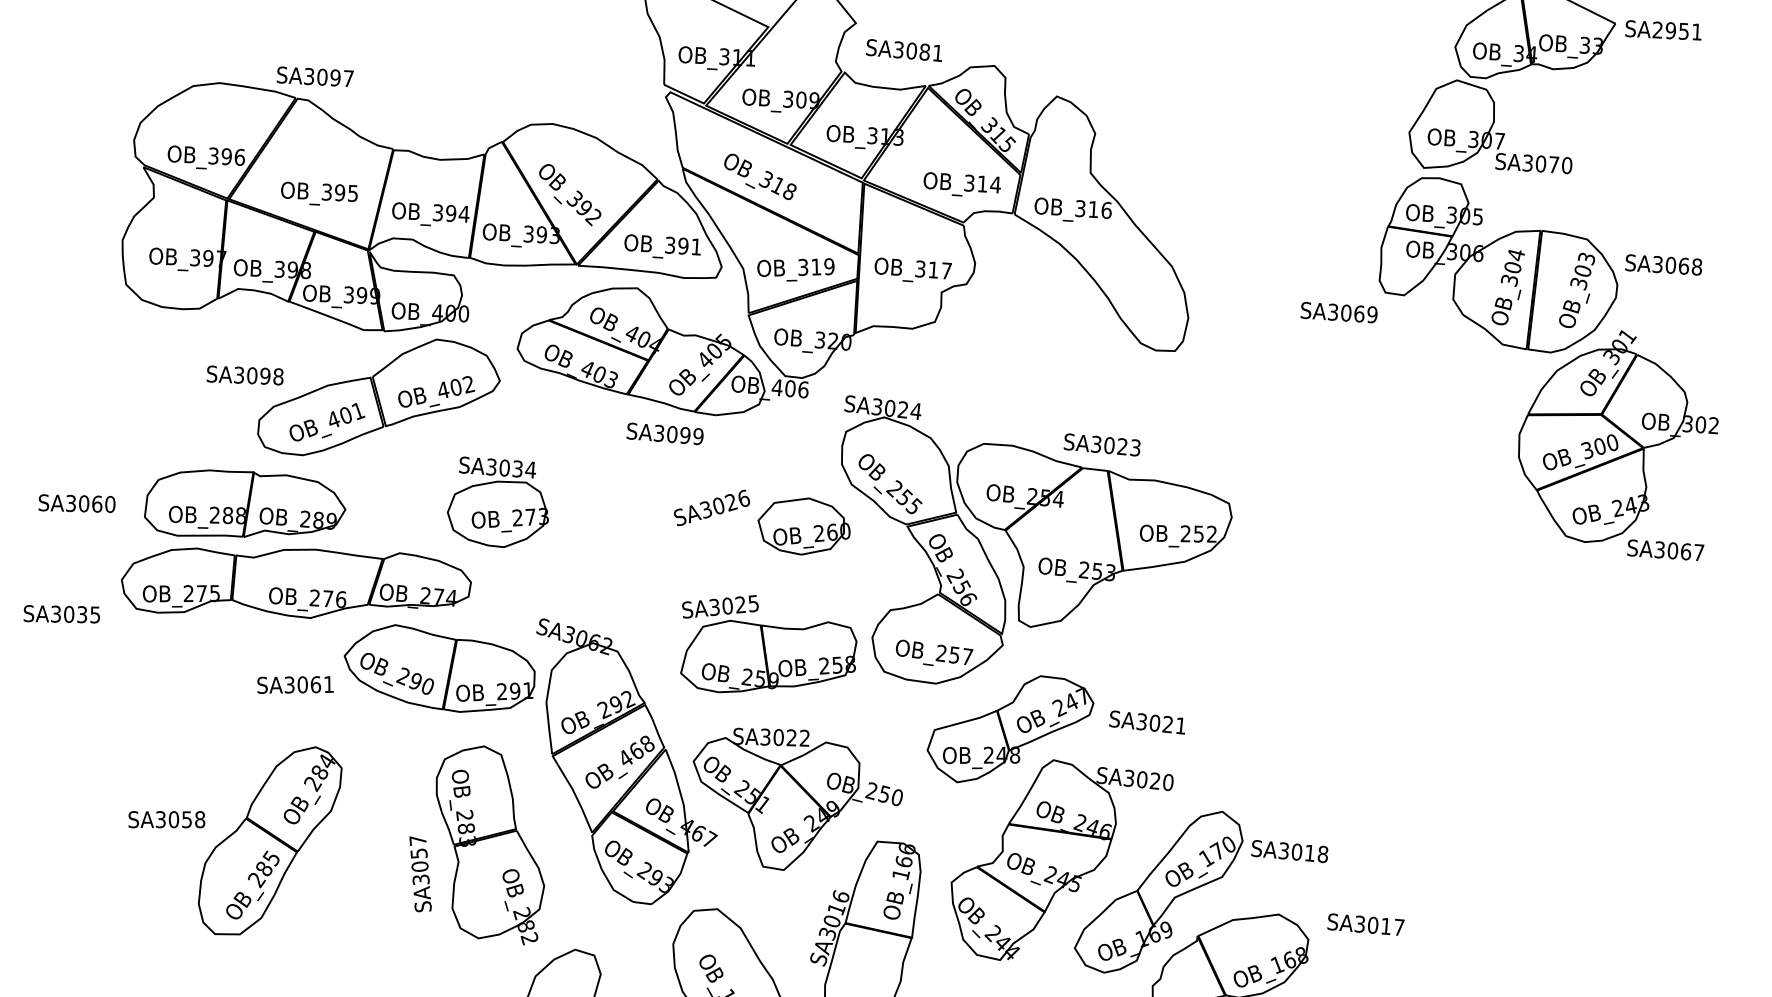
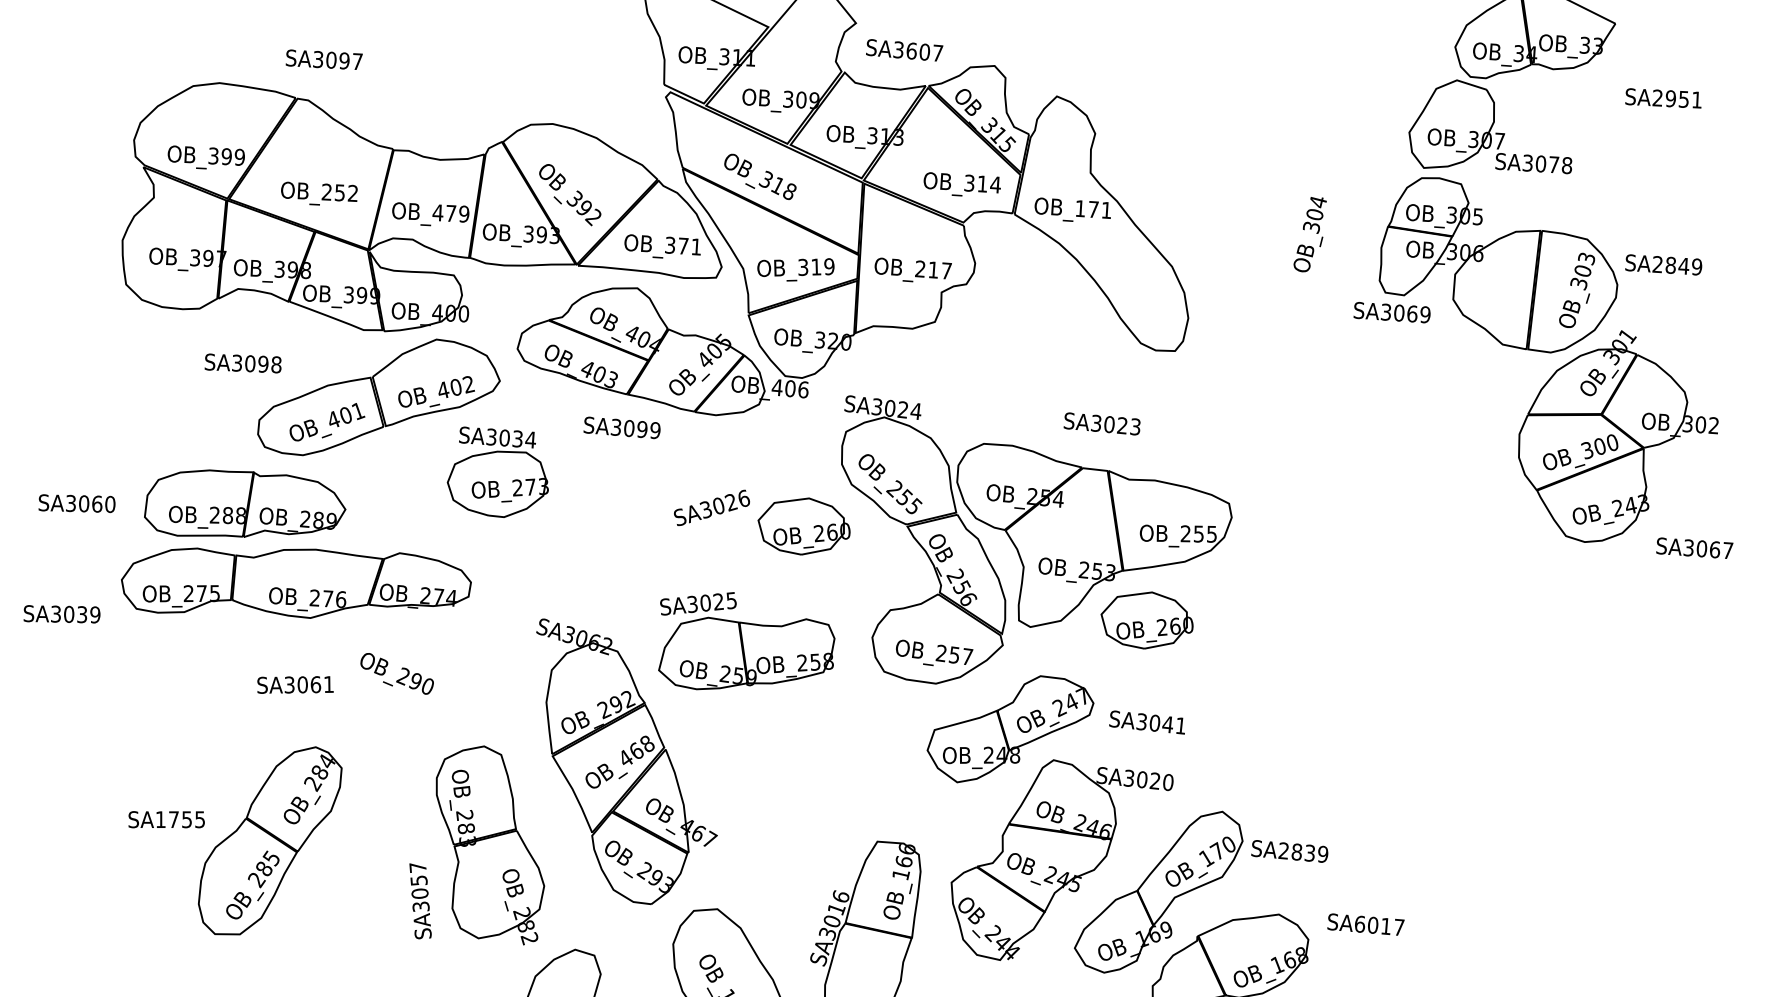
text at (1663, 30) position: (1663, 30) -> (1663, 98)
text at (924, 51): SA3081 -> SA3607
text at (314, 76) position: (314, 76) -> (323, 59)
text at (239, 156): OB_396 -> OB_399
text at (1566, 165): SA3070 -> SA3078
text at (339, 193): OB_395 -> OB_252
text at (1093, 209): OB_316 -> OB_171
text at (450, 213): OB_394 -> OB_479
text at (683, 245): OB_391 -> OB_371
text at (1677, 265): SA3068 -> SA2849
text at (920, 268): OB_317 -> OB_217
text at (1507, 287) position: (1507, 287) -> (1309, 234)
text at (1338, 312) position: (1338, 312) -> (1391, 312)
text at (244, 375) position: (244, 375) -> (242, 363)
text at (664, 433) position: (664, 433) -> (621, 427)
text at (1101, 444) position: (1101, 444) -> (1101, 423)
part at (497, 501) position: (497, 501) -> (497, 471)
text at (1211, 533): OB_252 -> OB_255
text at (1665, 549) position: (1665, 549) -> (1694, 547)
text at (95, 614): SA3035 -> SA3039
part at (1146, 620): none -> present
part at (768, 644) position: (768, 644) -> (746, 641)
part at (439, 668): present -> none
text at (1167, 724): SA3021 -> SA3041
part at (797, 798): present -> none
text at (180, 819): SA3058 -> SA1755
text at (1303, 852): SA3018 -> SA2839
text at (420, 874) position: (420, 874) -> (420, 901)
text at (1359, 923): SA3017 -> SA6017
